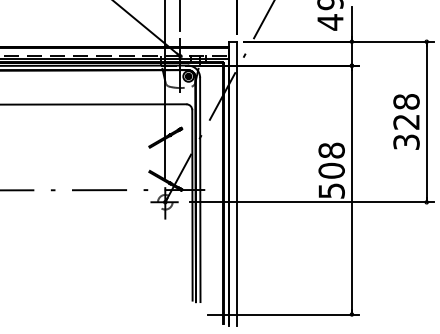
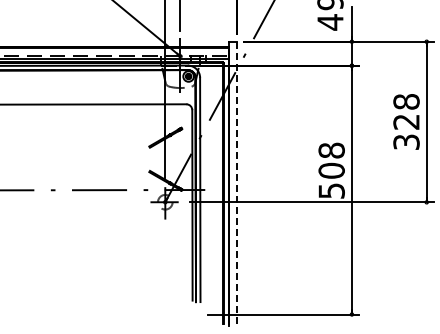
line at (236, 184): solid -> dashed
